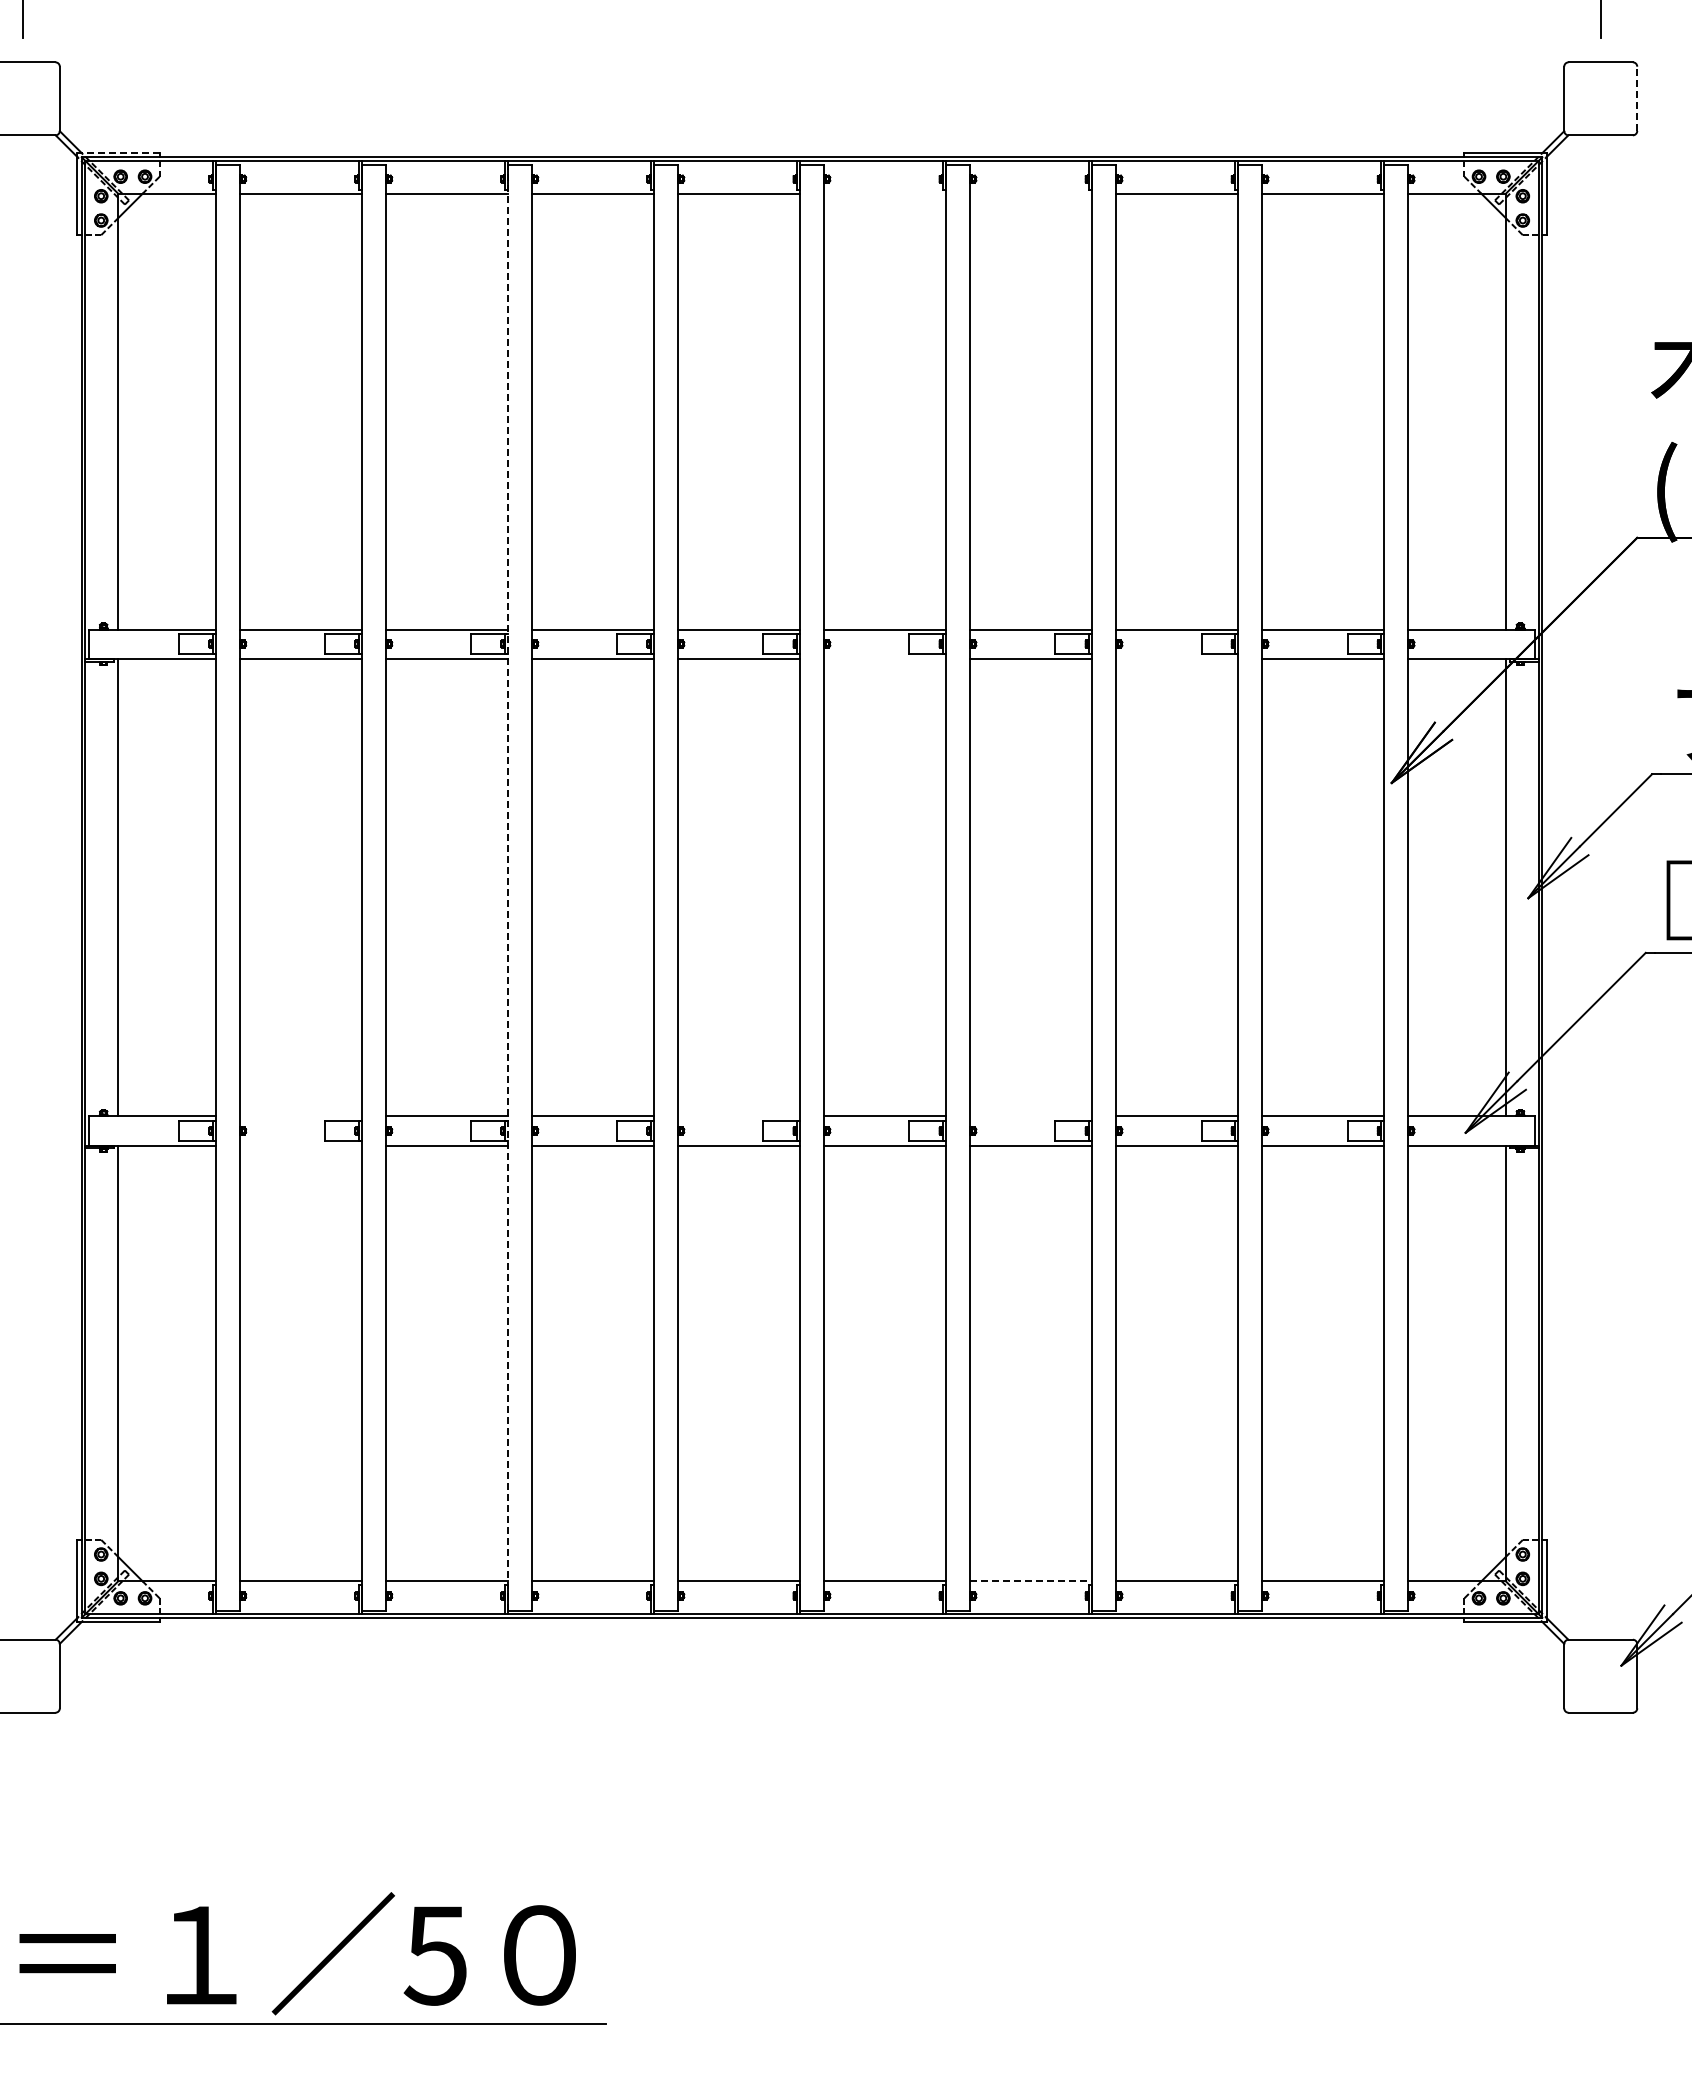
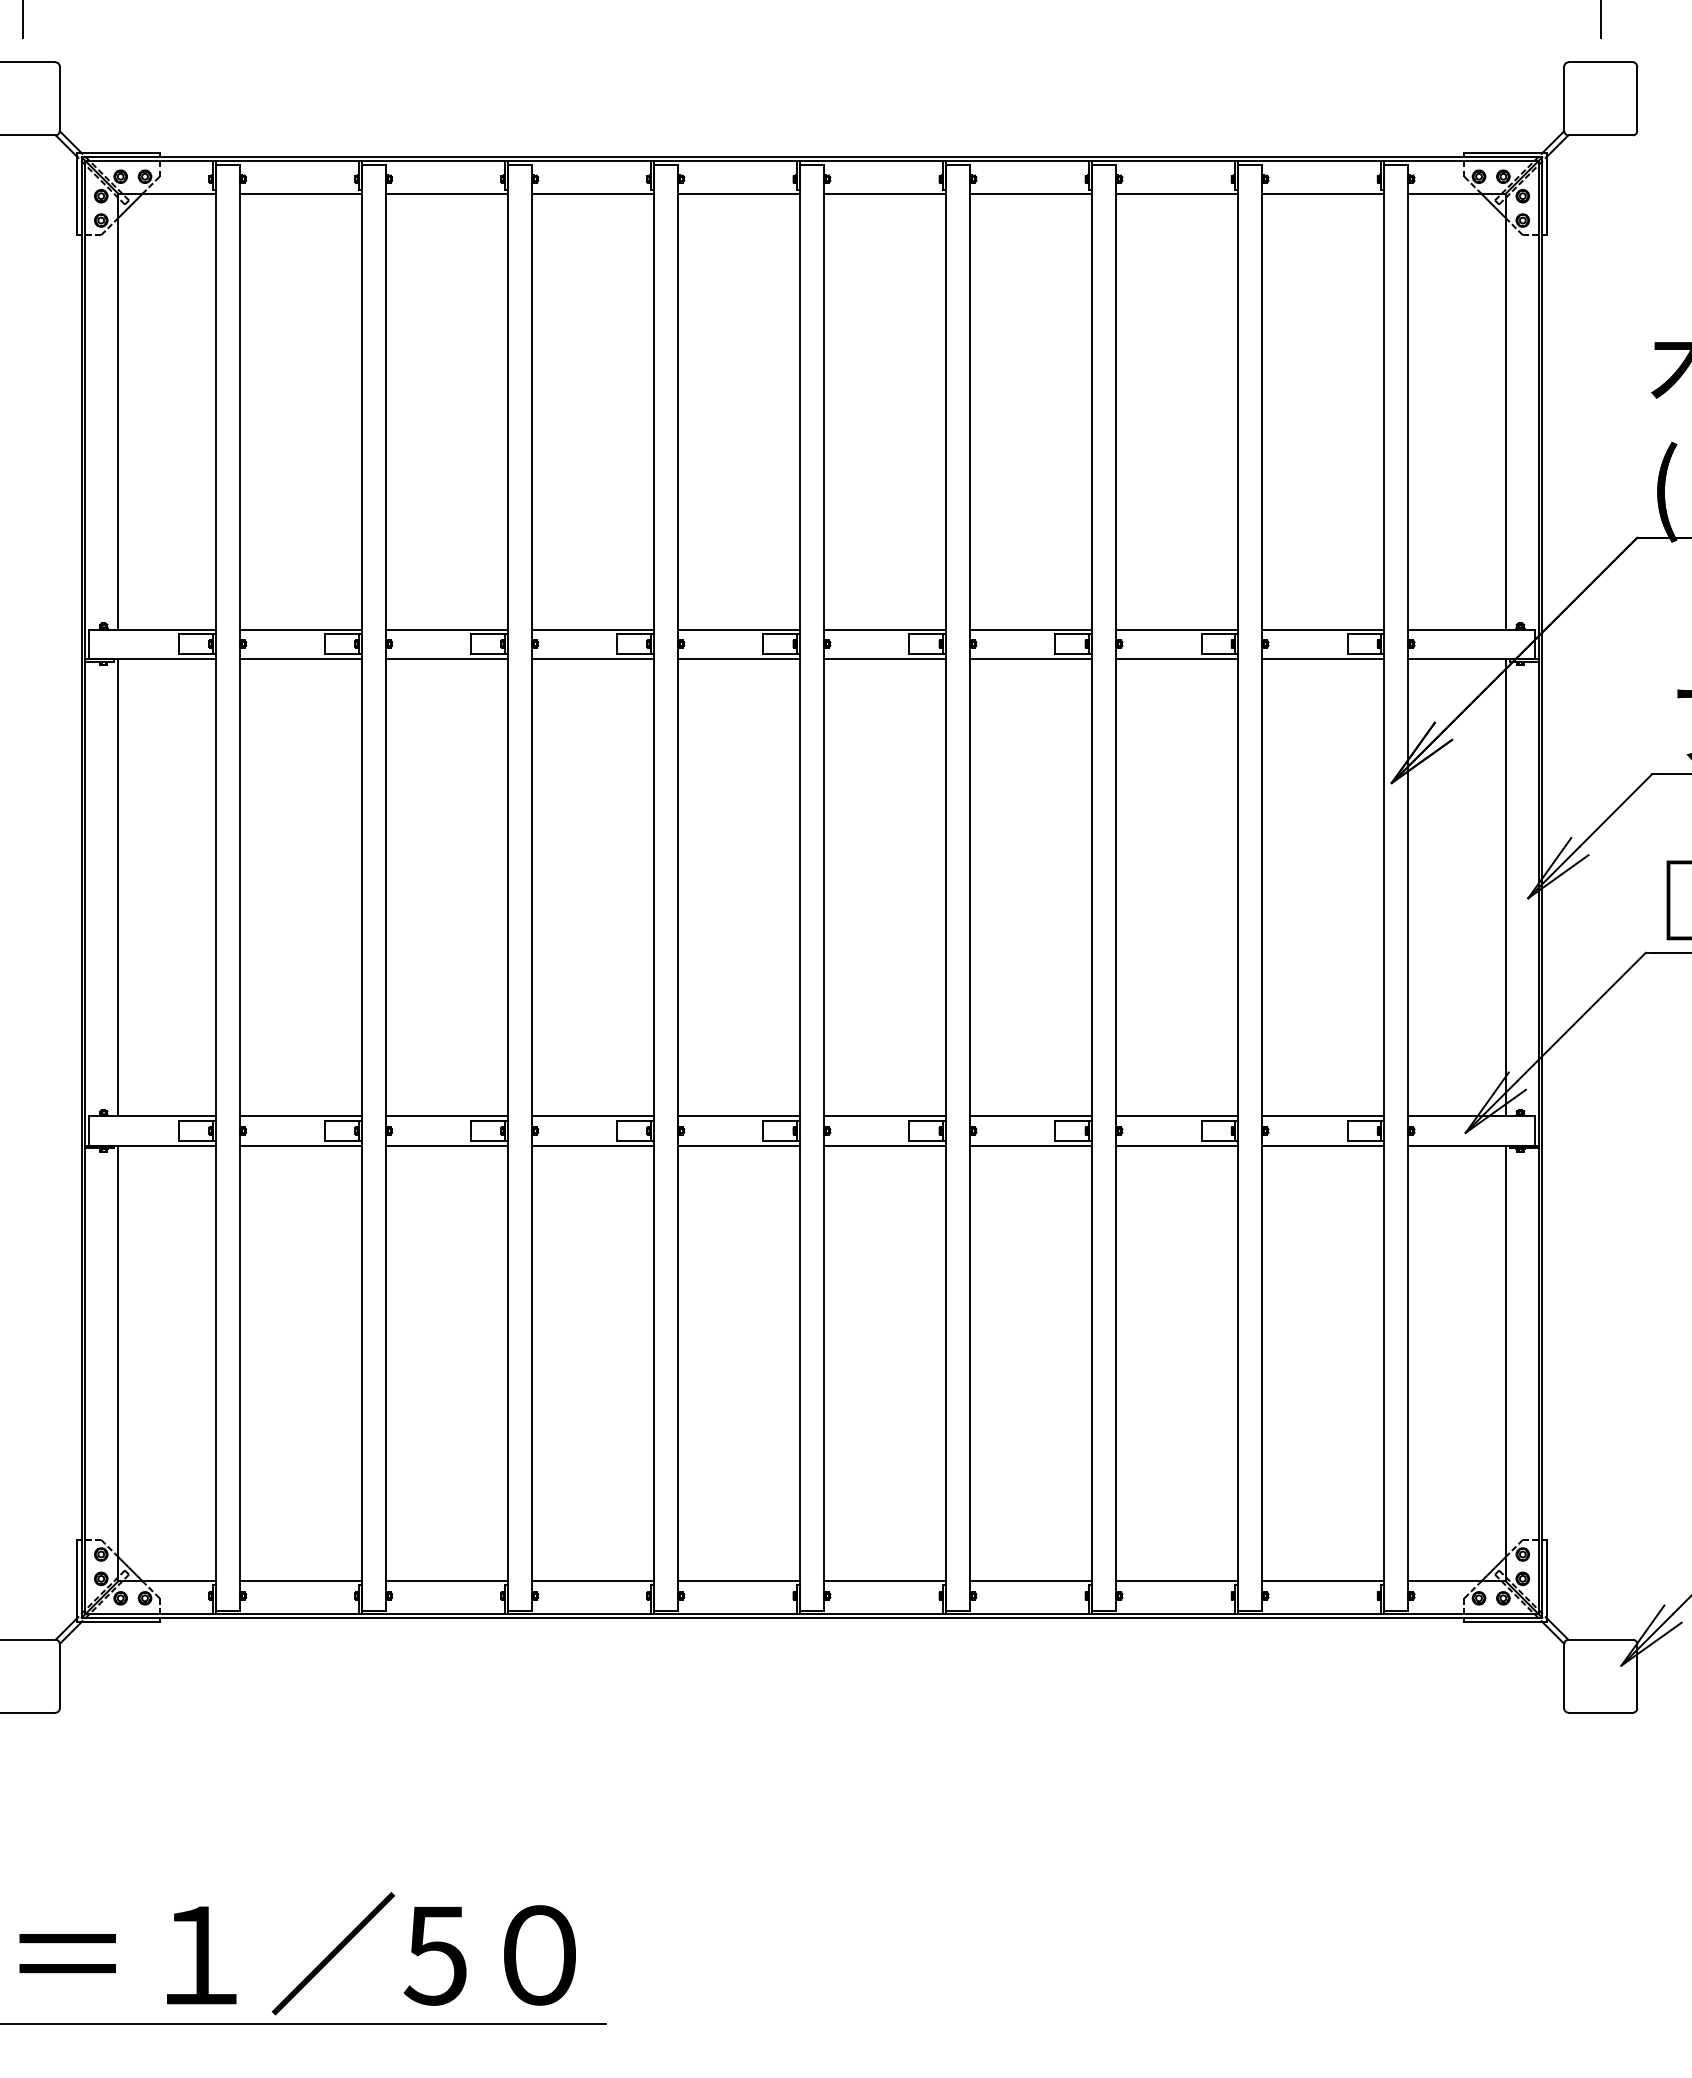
line at (1637, 98): dashed -> solid
line at (118, 152): dashed -> solid
line at (884, 193): none -> present
line at (1030, 193): none -> present
line at (884, 658): none -> present
line at (1177, 658): none -> present
line at (507, 887): dashed -> solid
line at (300, 1116): none -> present
line at (738, 1116): none -> present
line at (1030, 1116): none -> present
line at (300, 1145): none -> present
line at (1031, 1581): dashed -> solid
